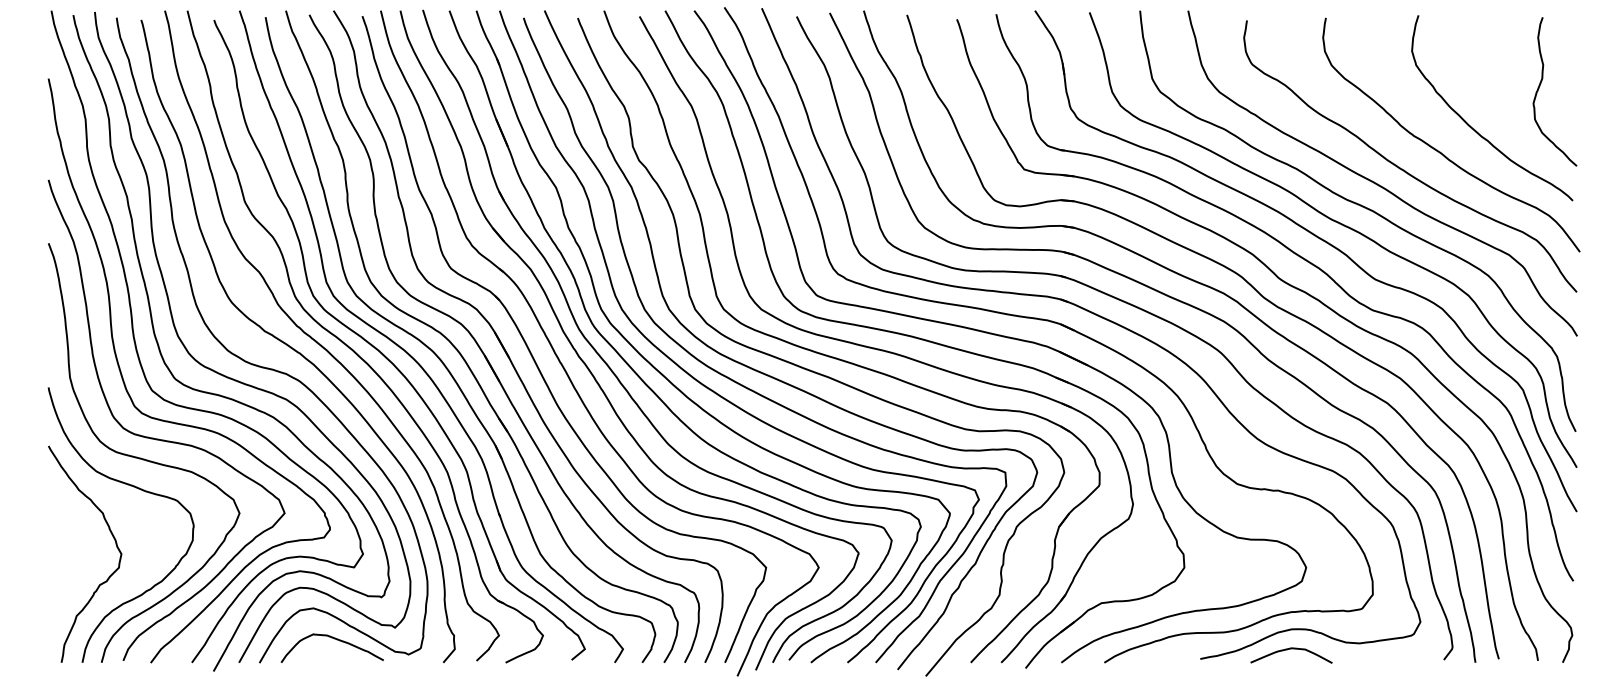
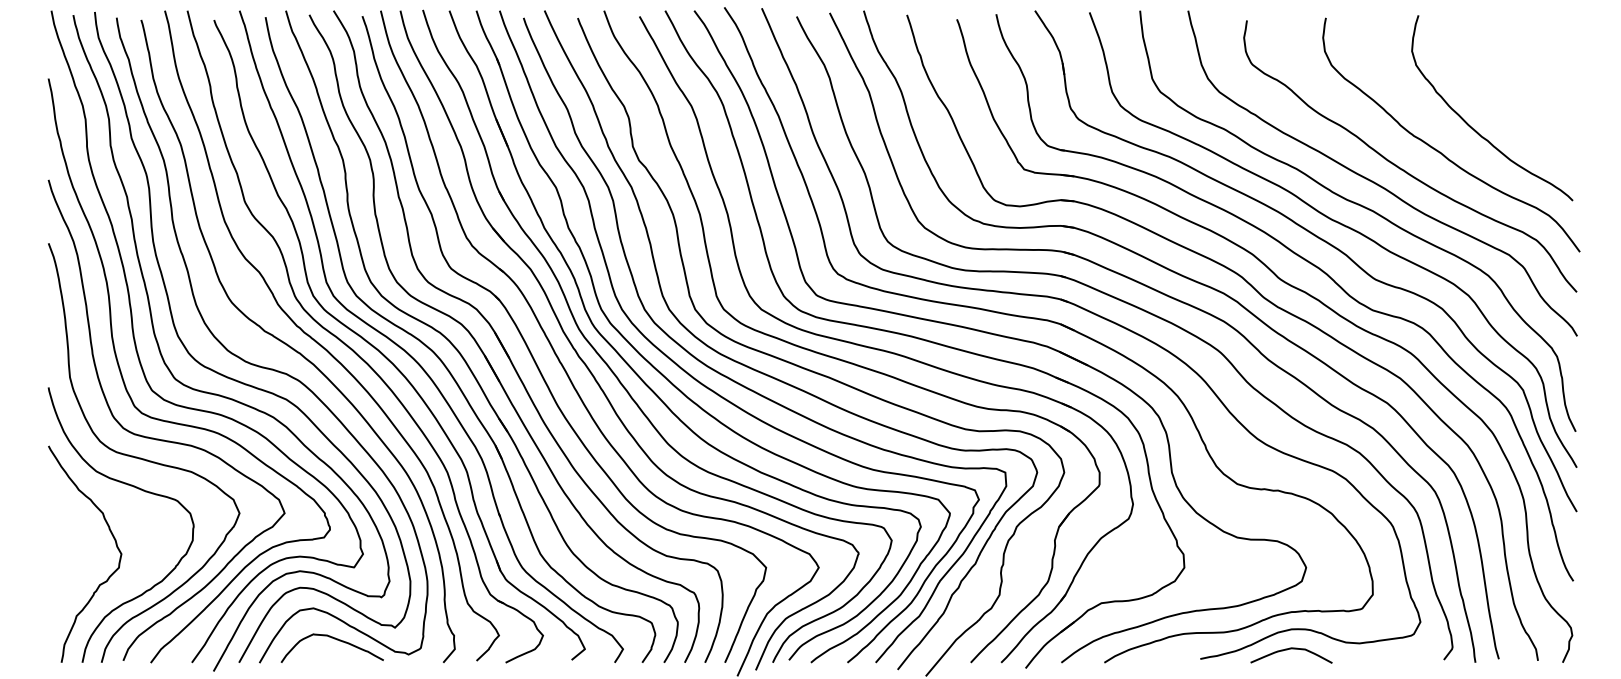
curve at (1540, 86): present -> none
